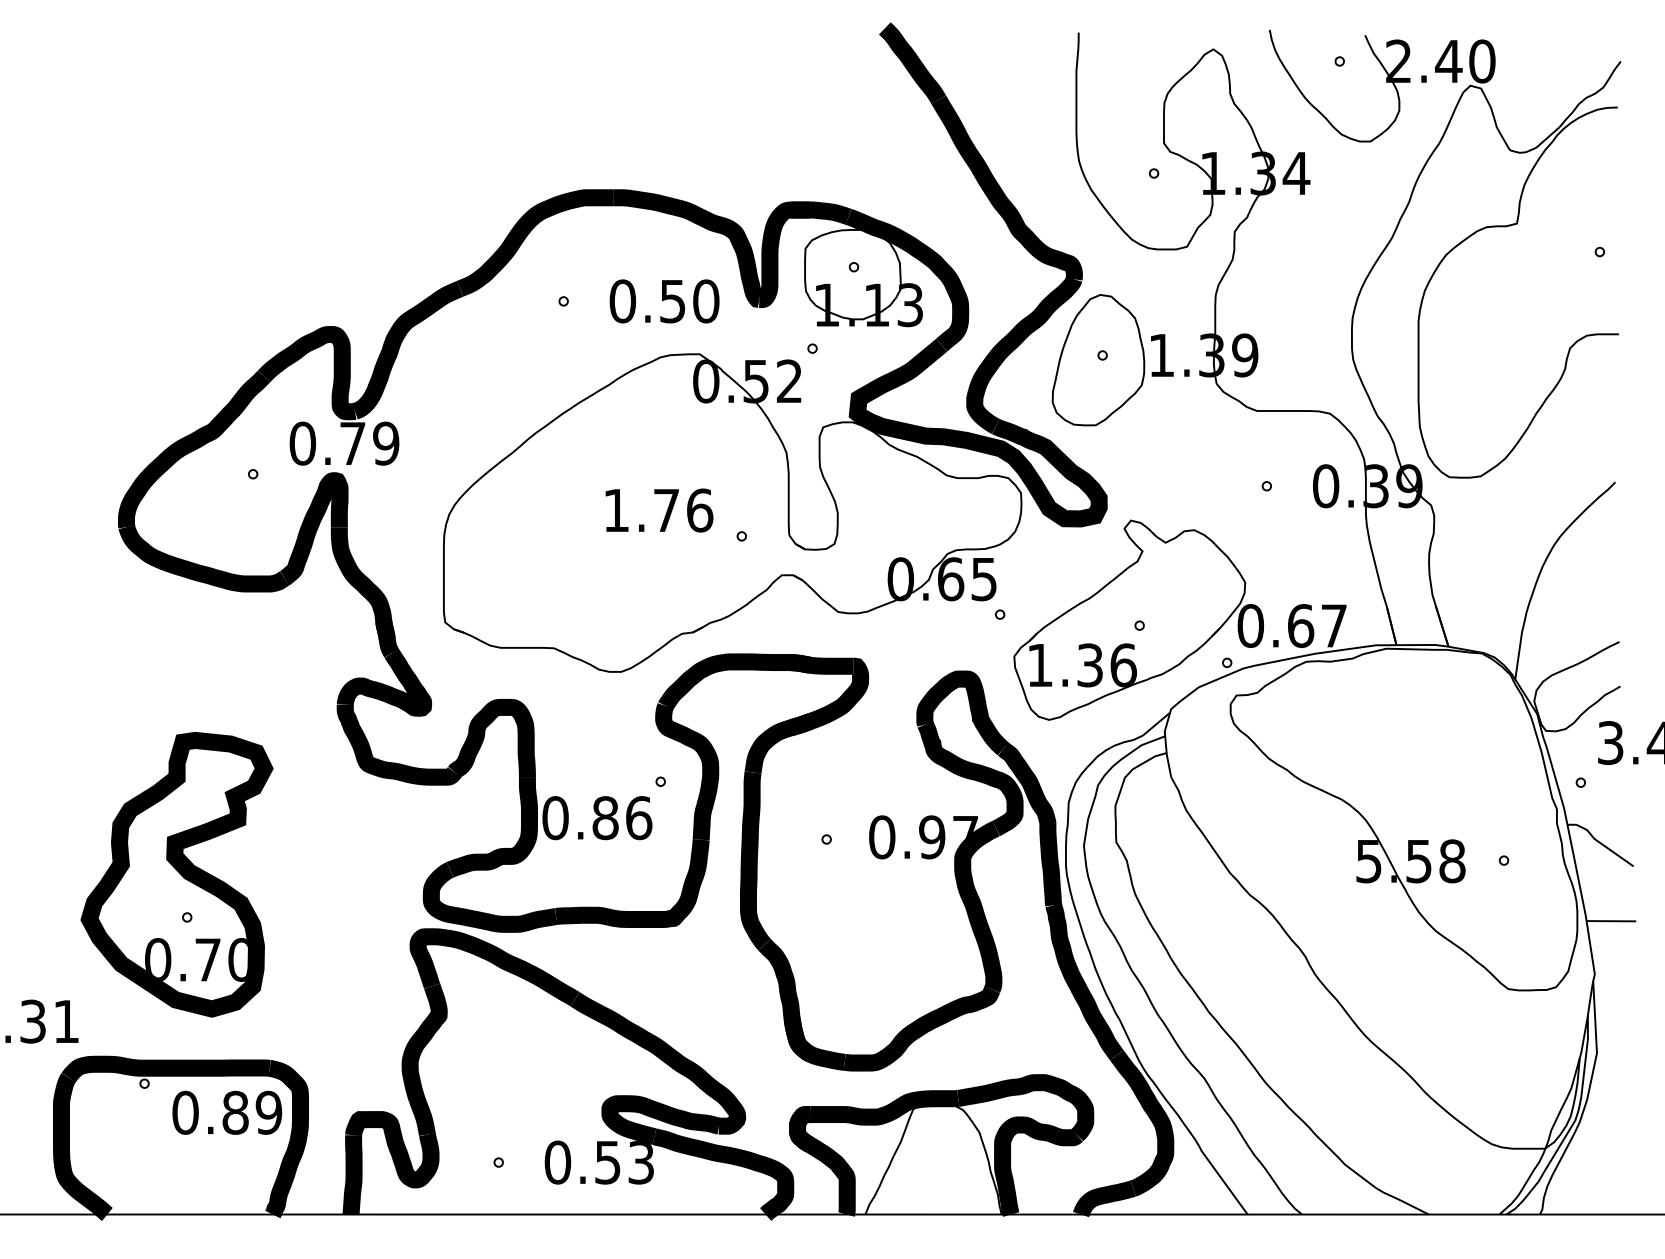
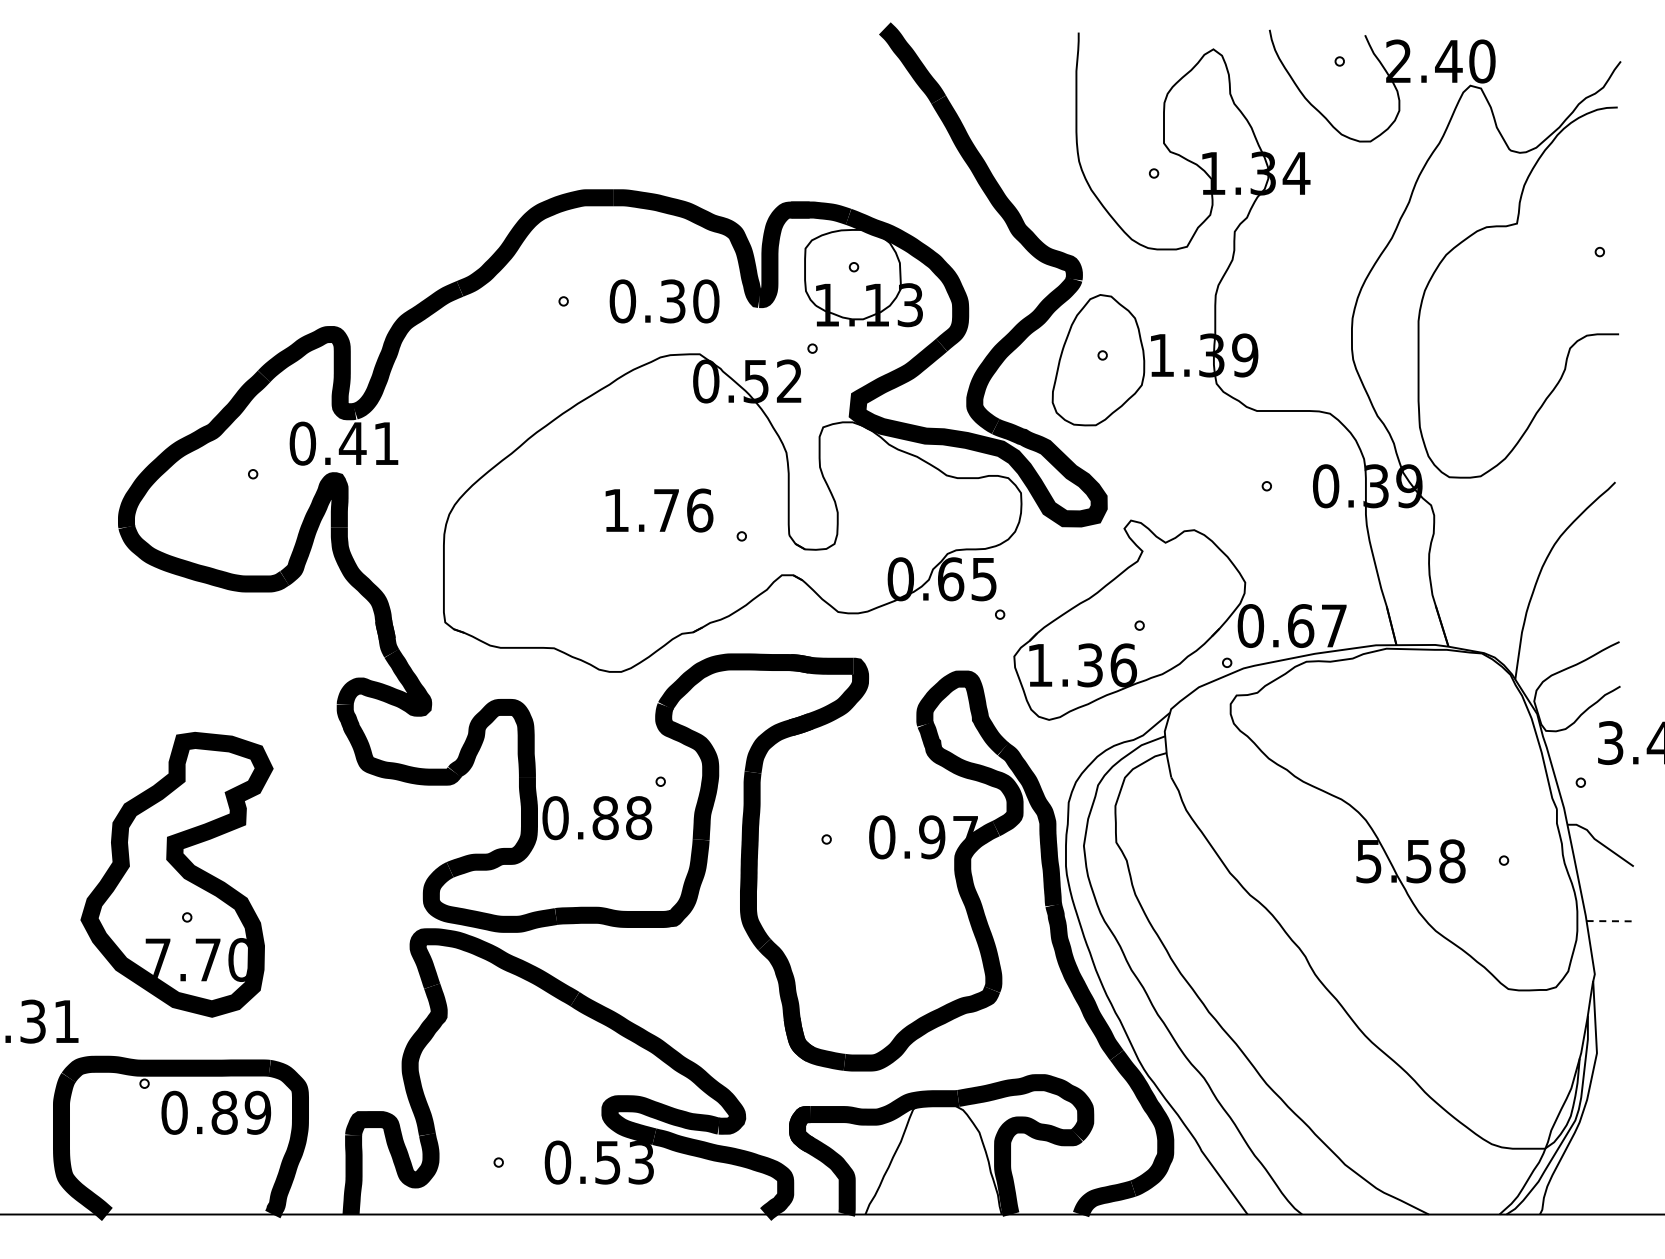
text at (672, 300): 0.50 -> 0.30
text at (368, 443): 0.79 -> 0.41
text at (639, 817): 0.86 -> 0.88
line at (1611, 921): solid -> dashed
text at (158, 959): 0.70 -> 7.70
text at (227, 1112) position: (227, 1112) -> (216, 1112)
